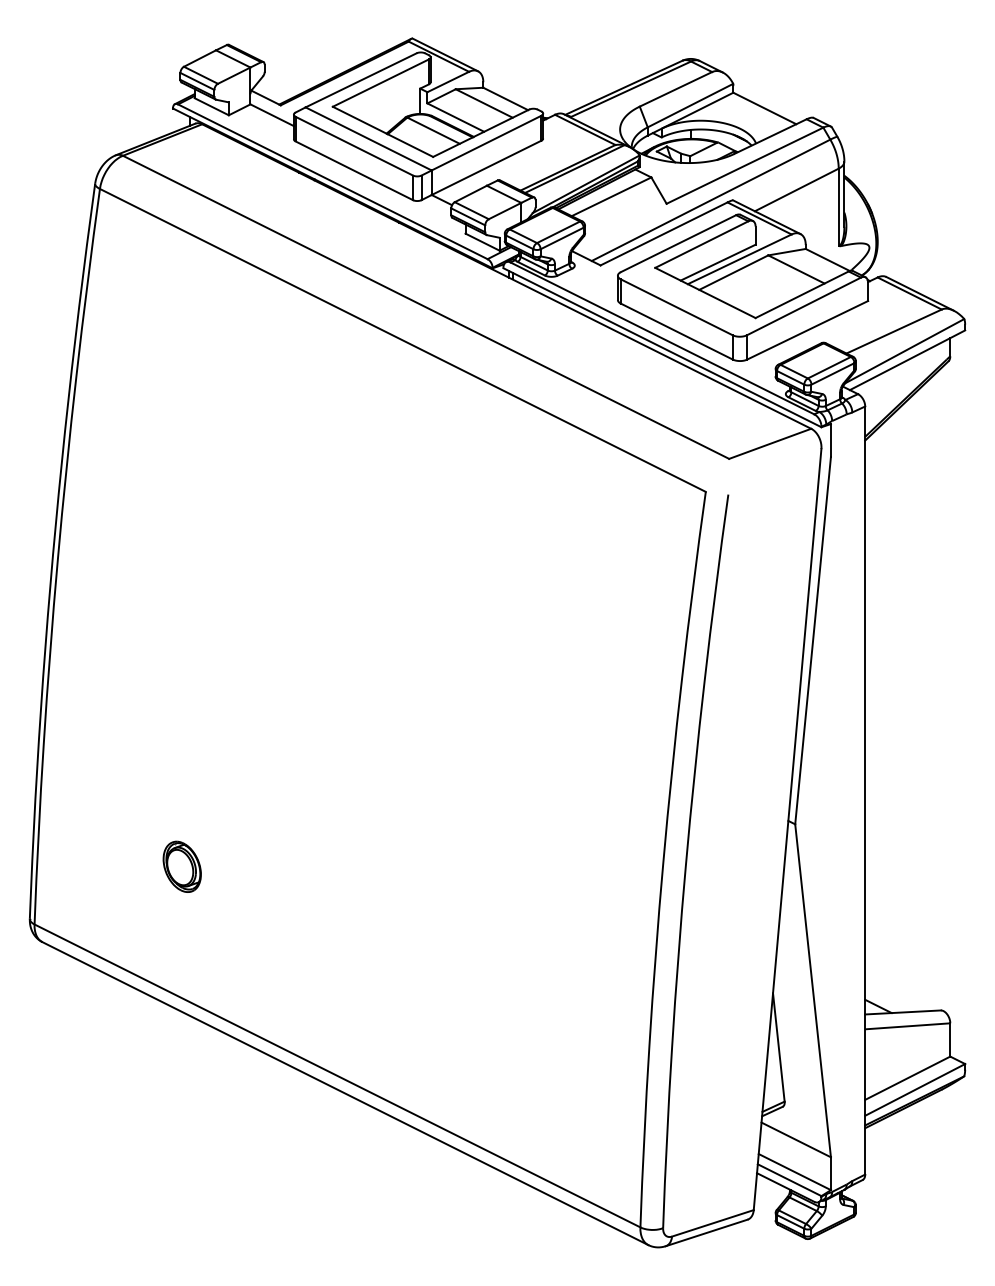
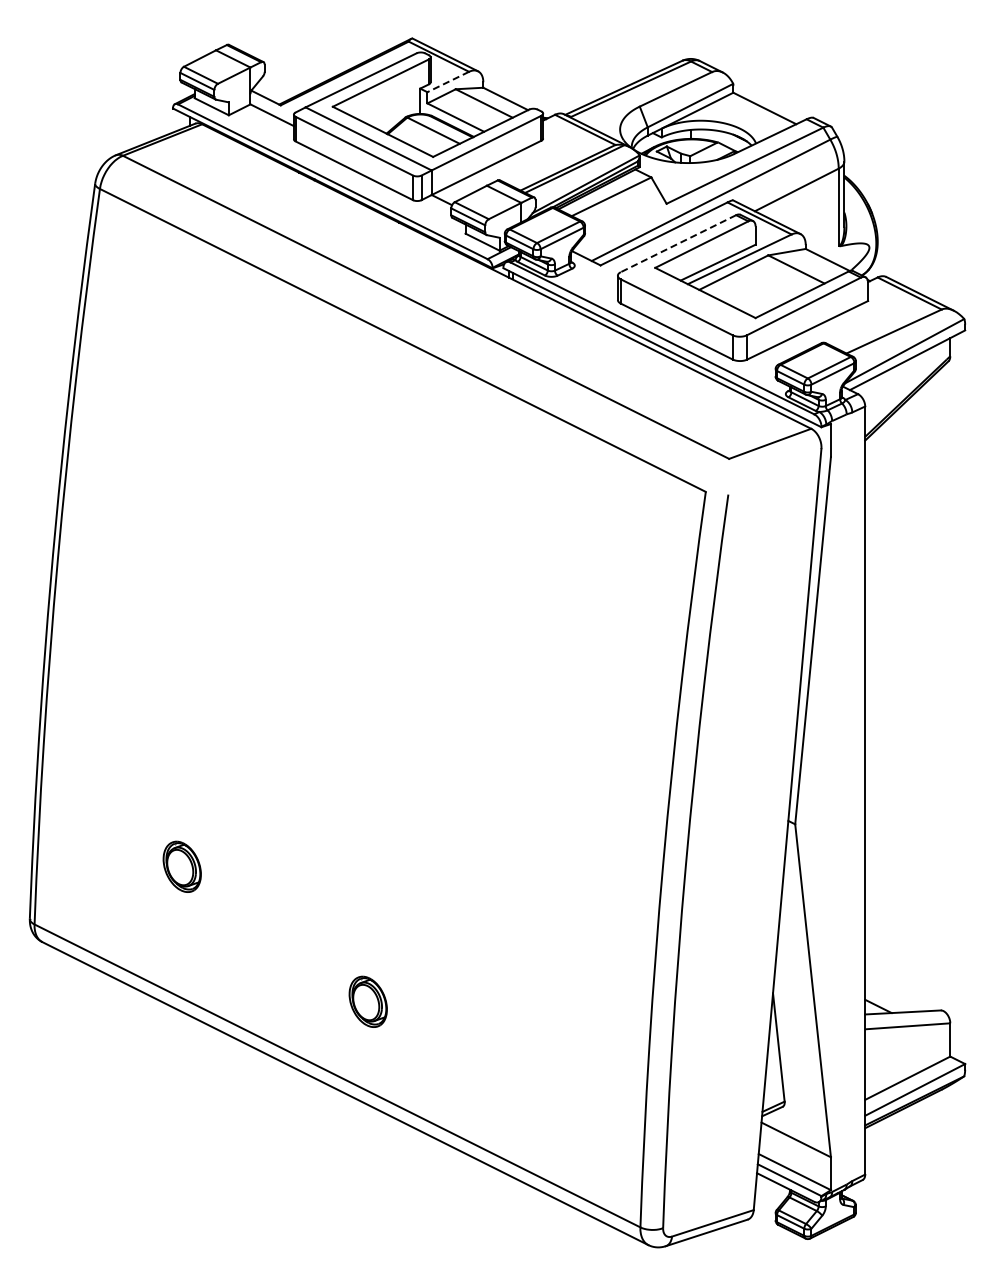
line at (447, 82): solid -> dashed
line at (678, 243): solid -> dashed
part at (367, 1001): none -> present
